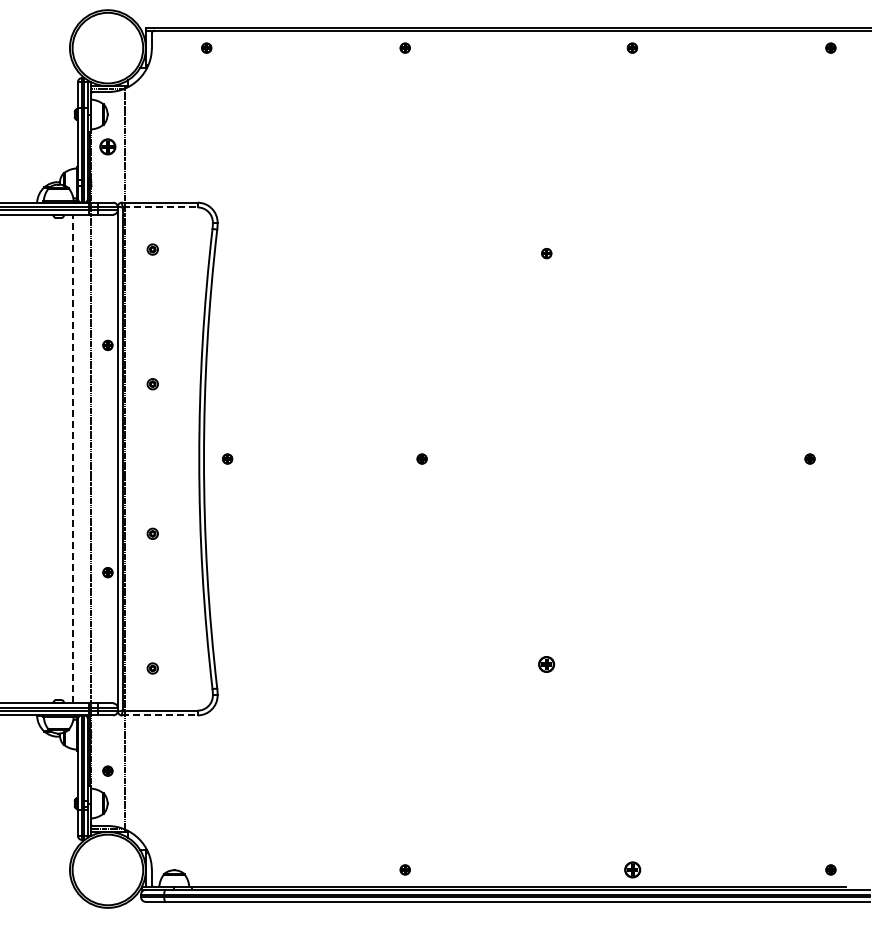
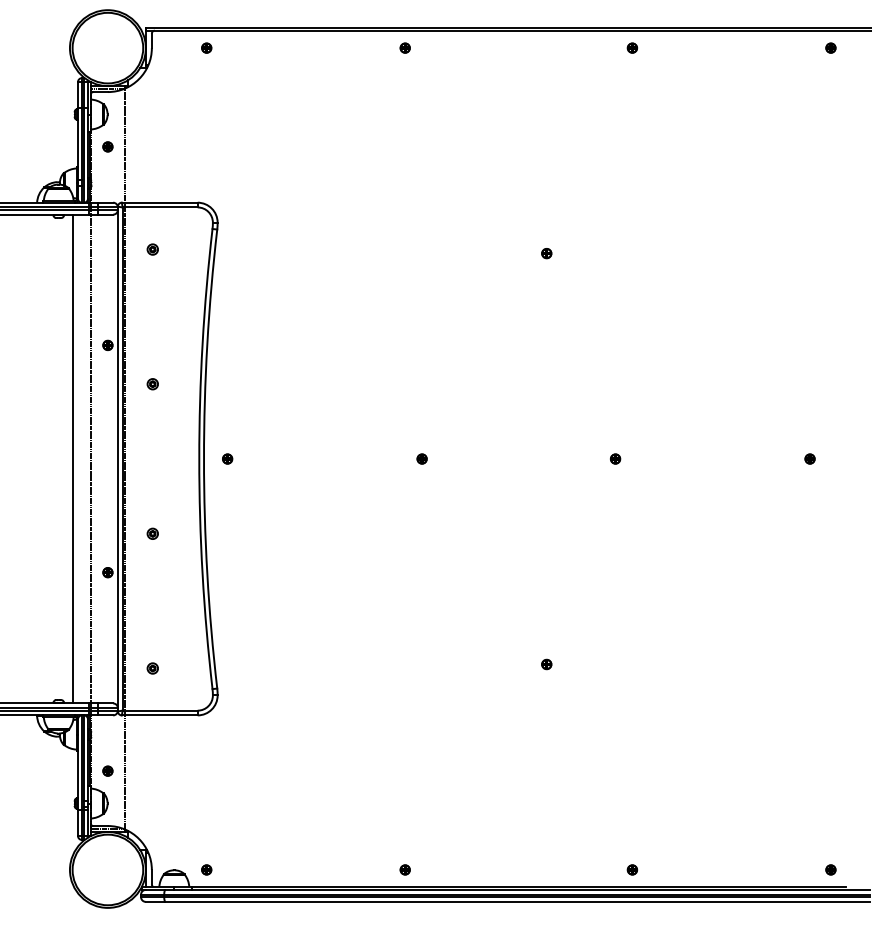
part at (107, 146) size: 18x18 px -> 12x12 px
line at (160, 207): dashed -> solid
line at (73, 458): dashed -> solid
part at (615, 458): none -> present
part at (546, 664) size: 18x17 px -> 12x13 px
line at (159, 715): dashed -> solid
part at (206, 869): none -> present
part at (632, 869) size: 18x18 px -> 12x12 px
